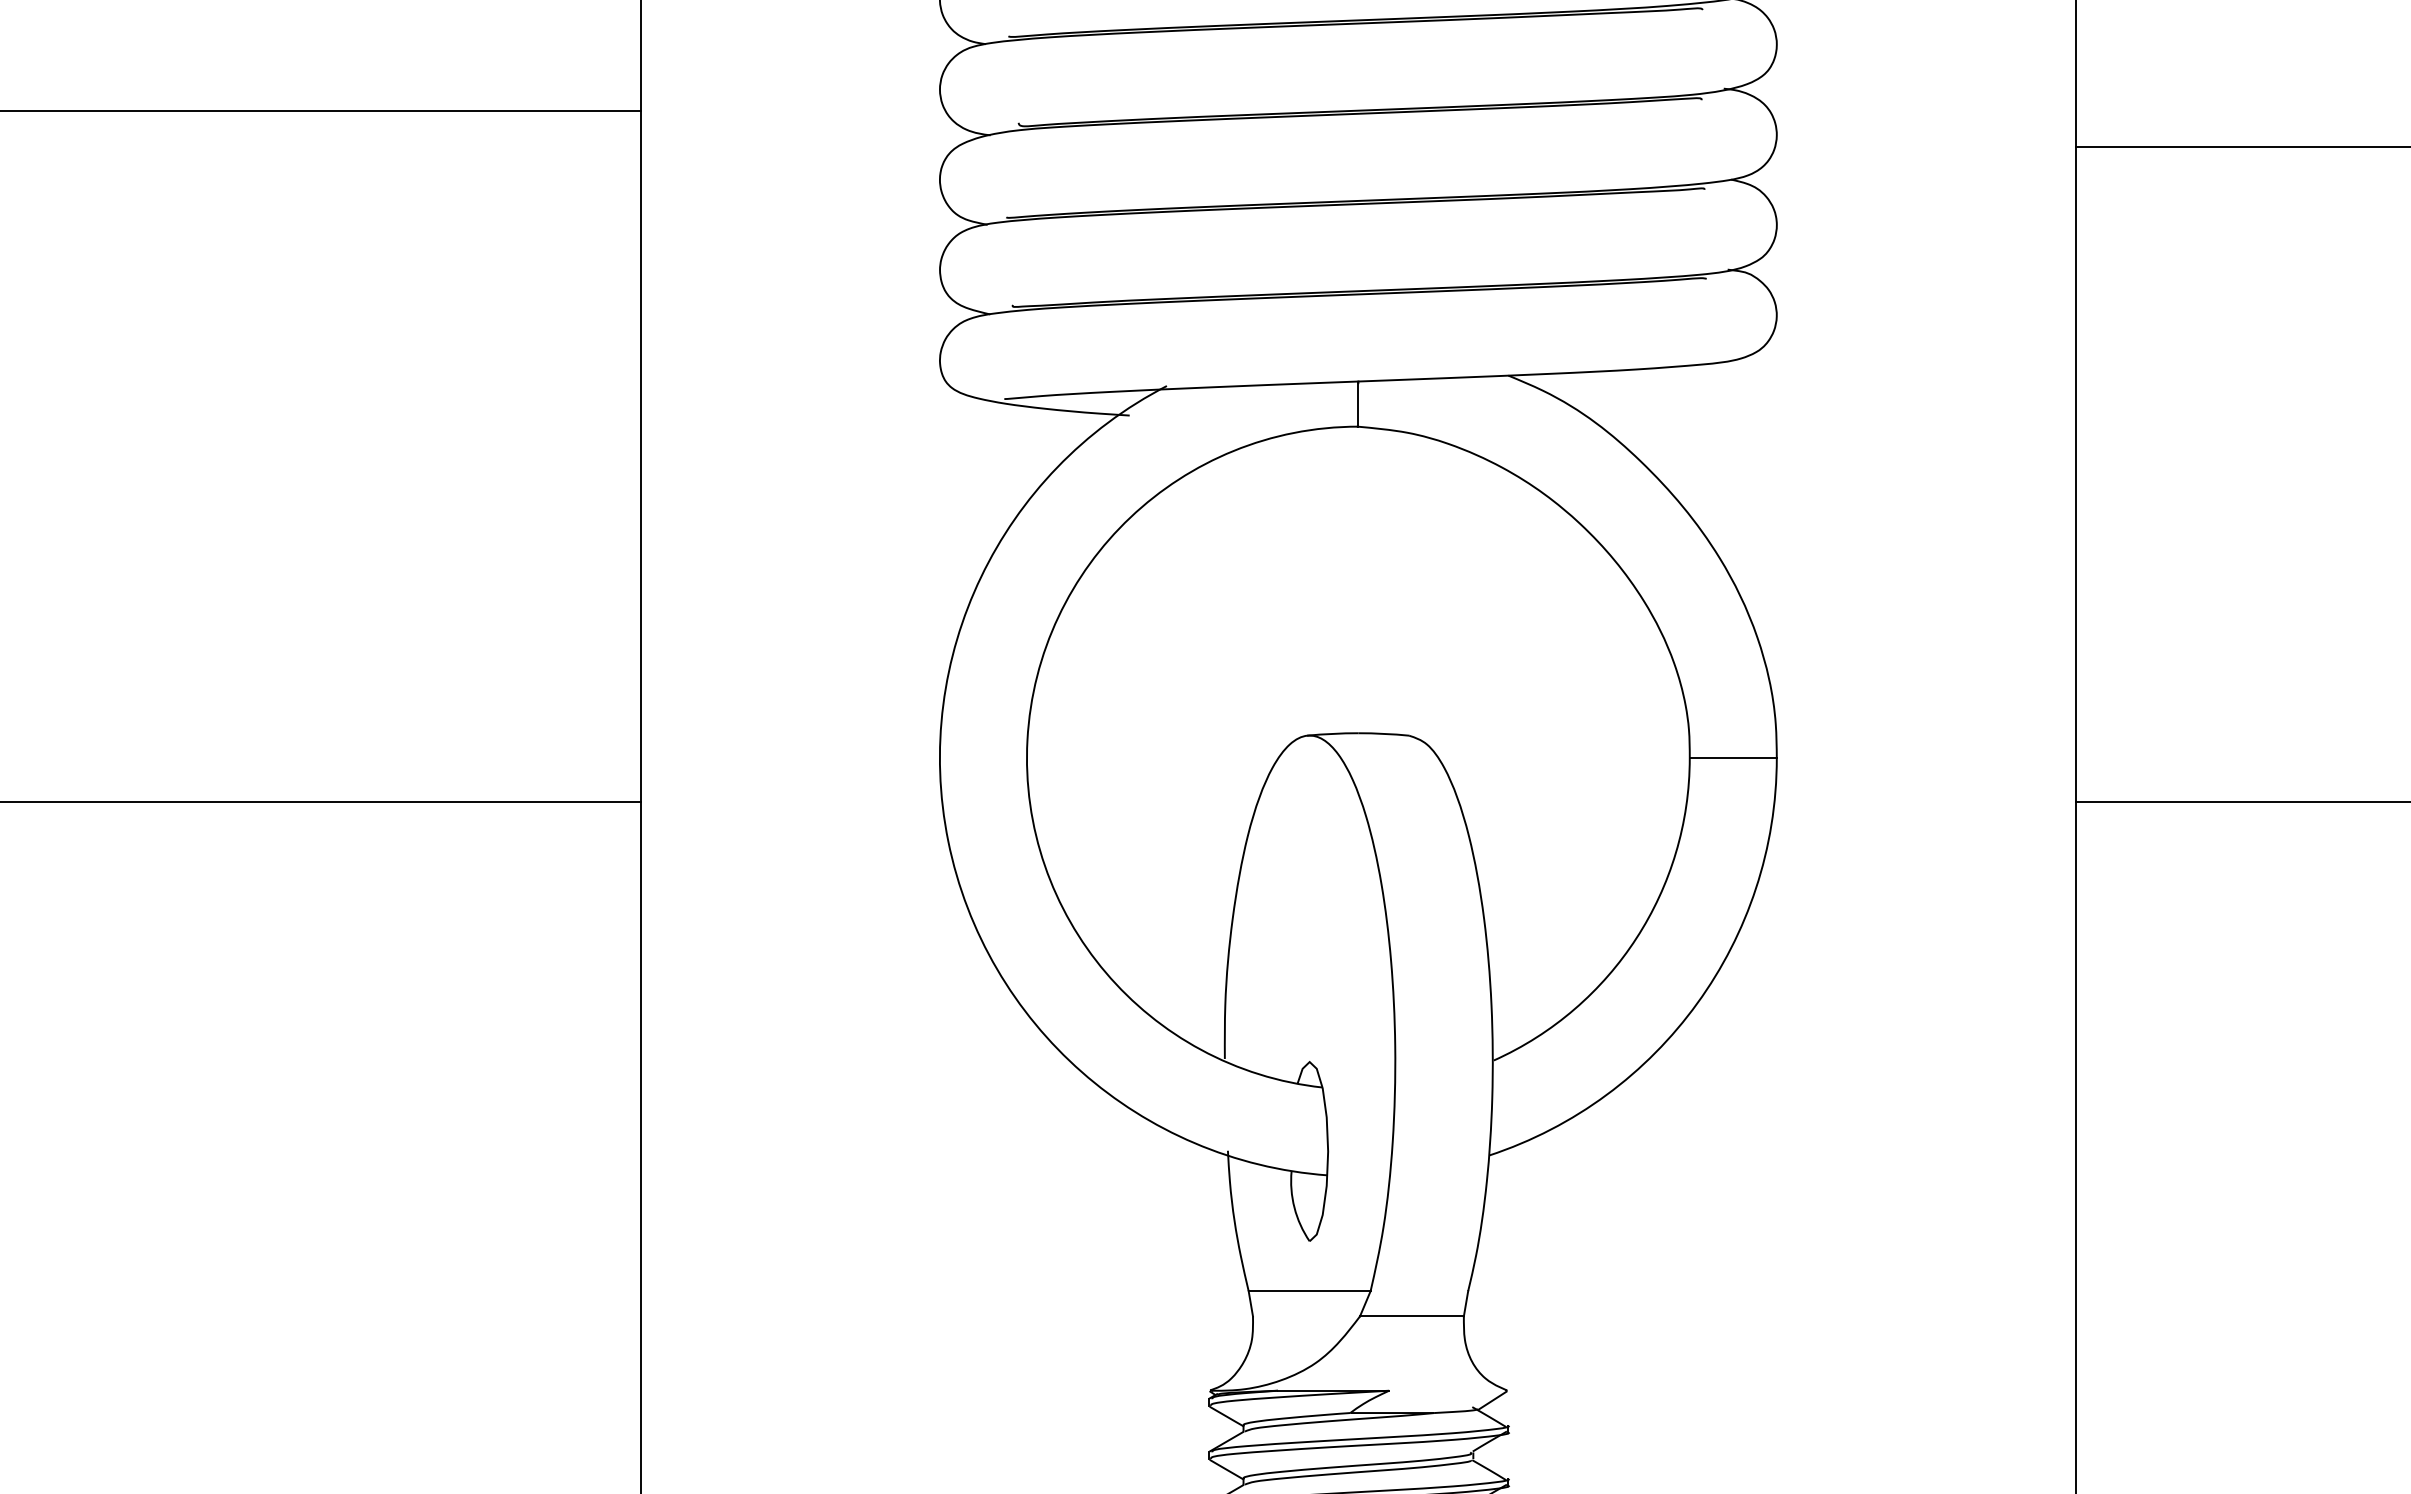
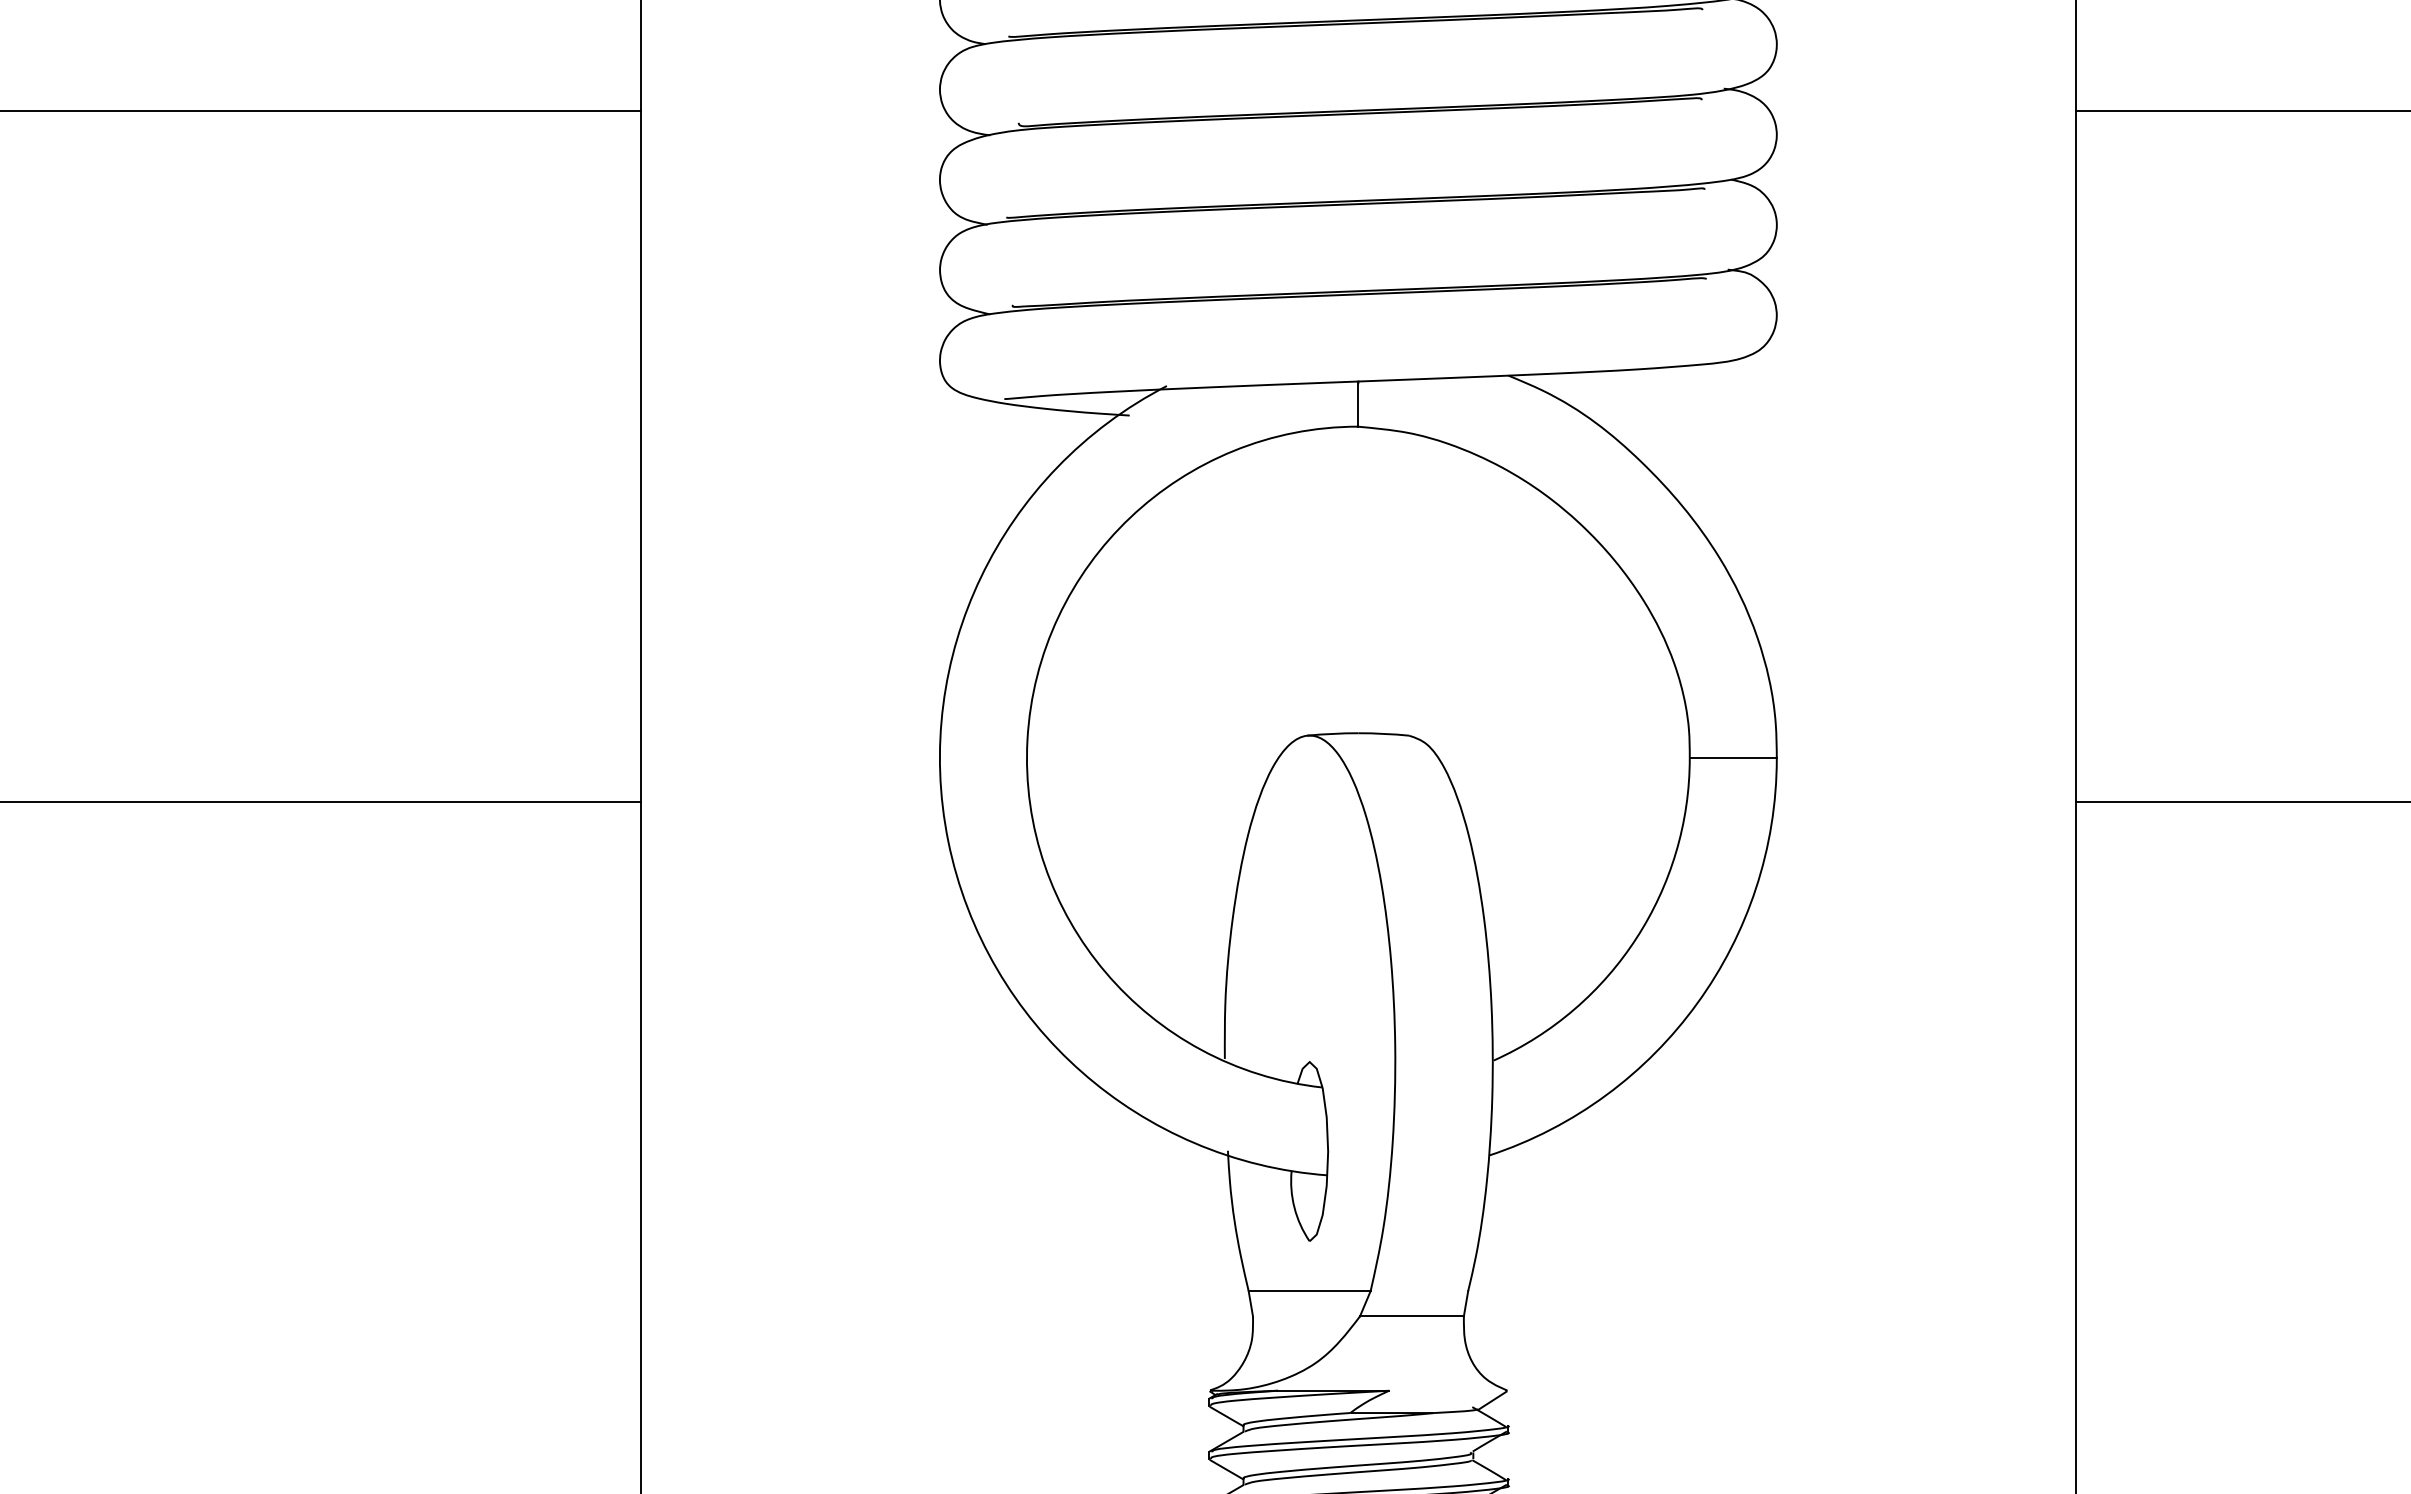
line at (2241, 146) position: (2241, 146) -> (2241, 110)
